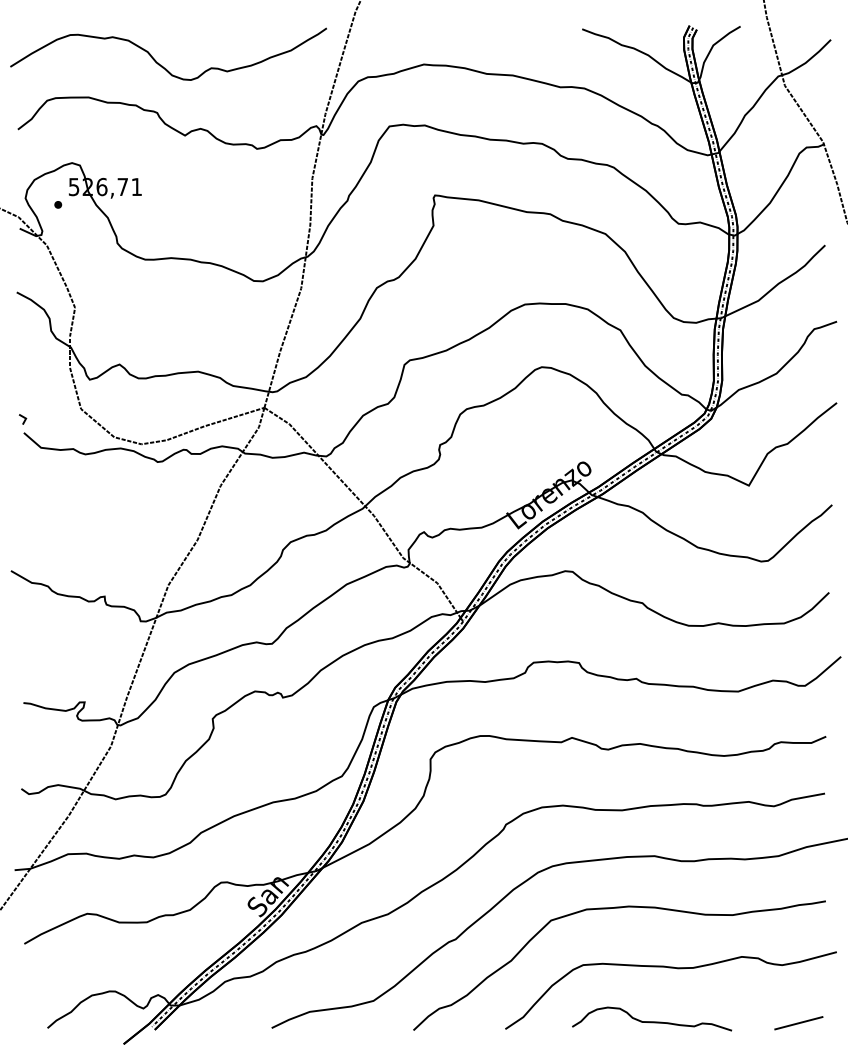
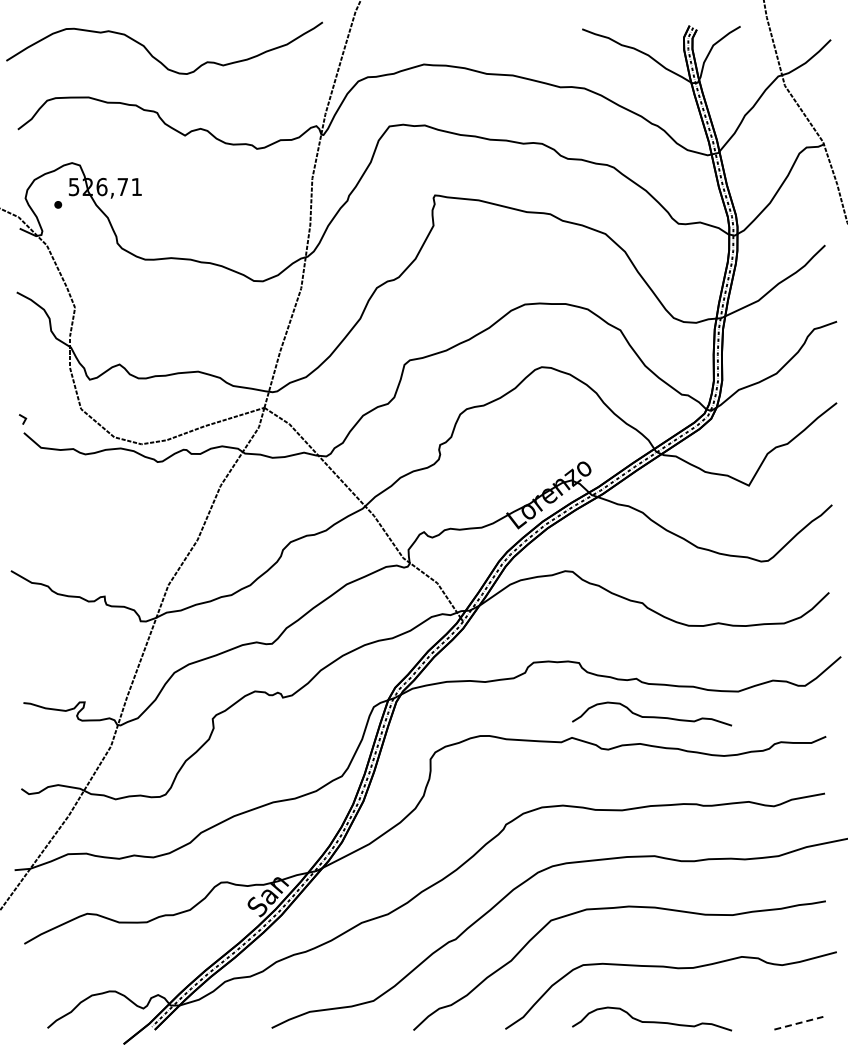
curve at (162, 65) position: (162, 65) -> (158, 59)
curve at (652, 716): none -> present
line at (799, 1023): solid -> dashed
